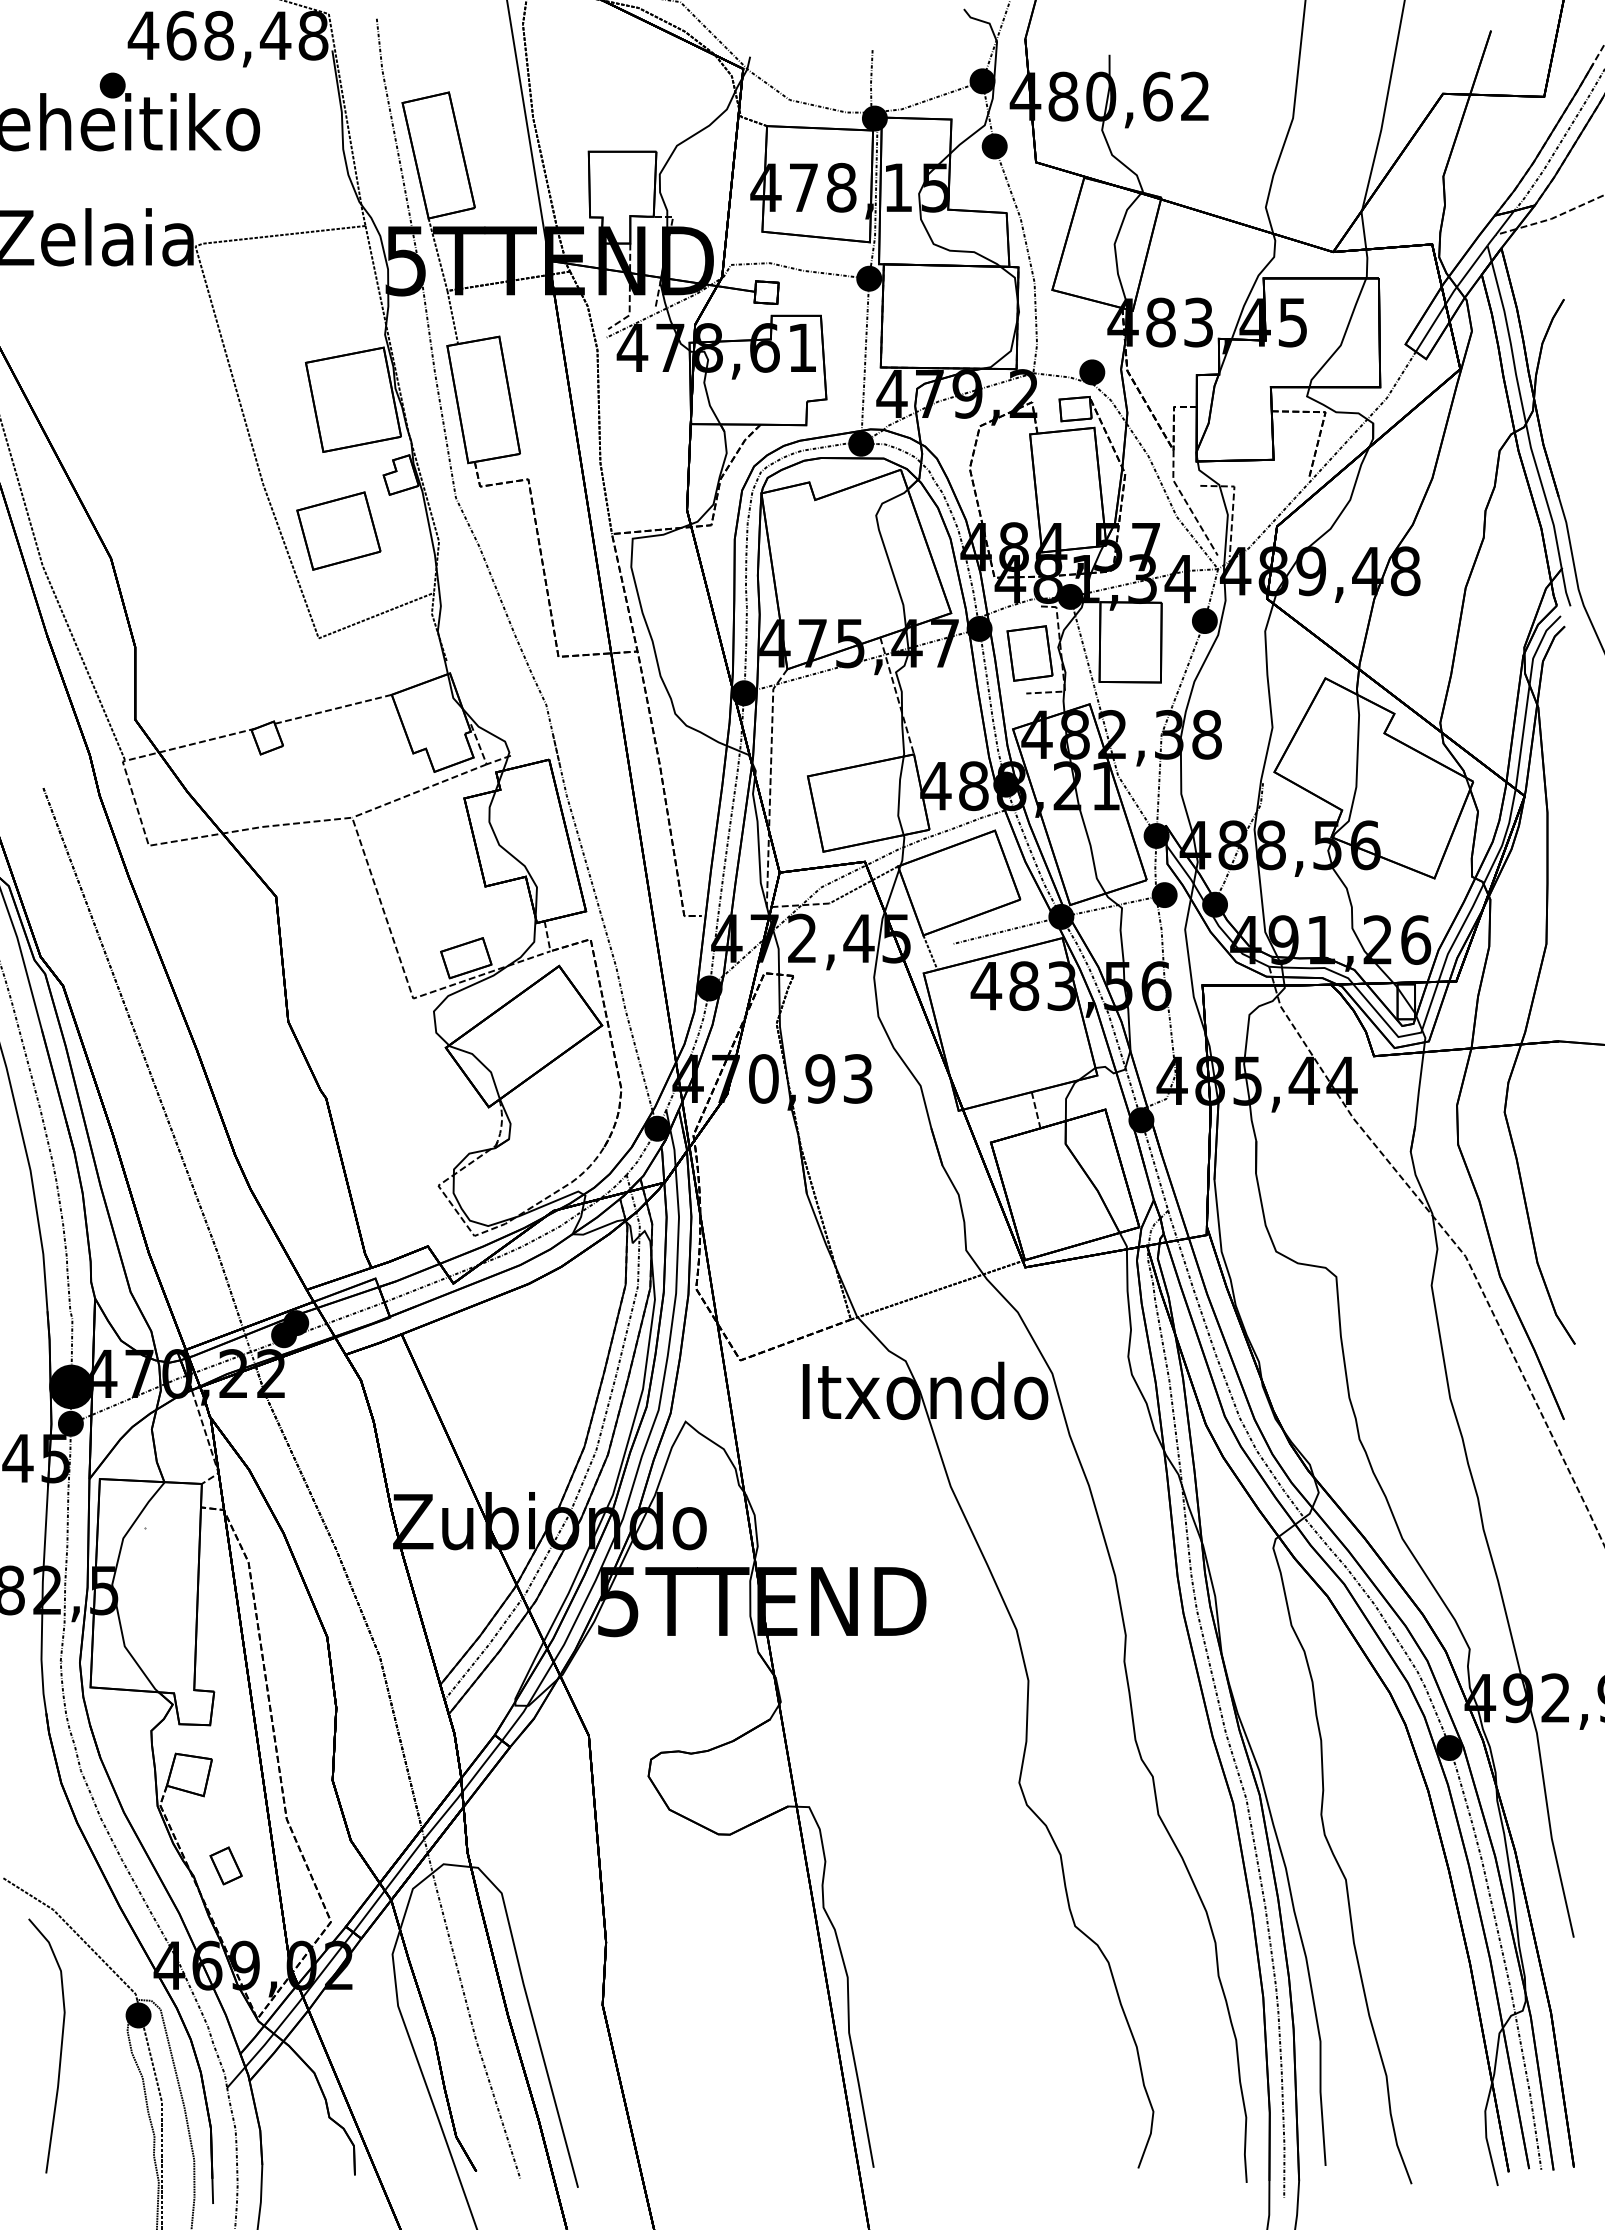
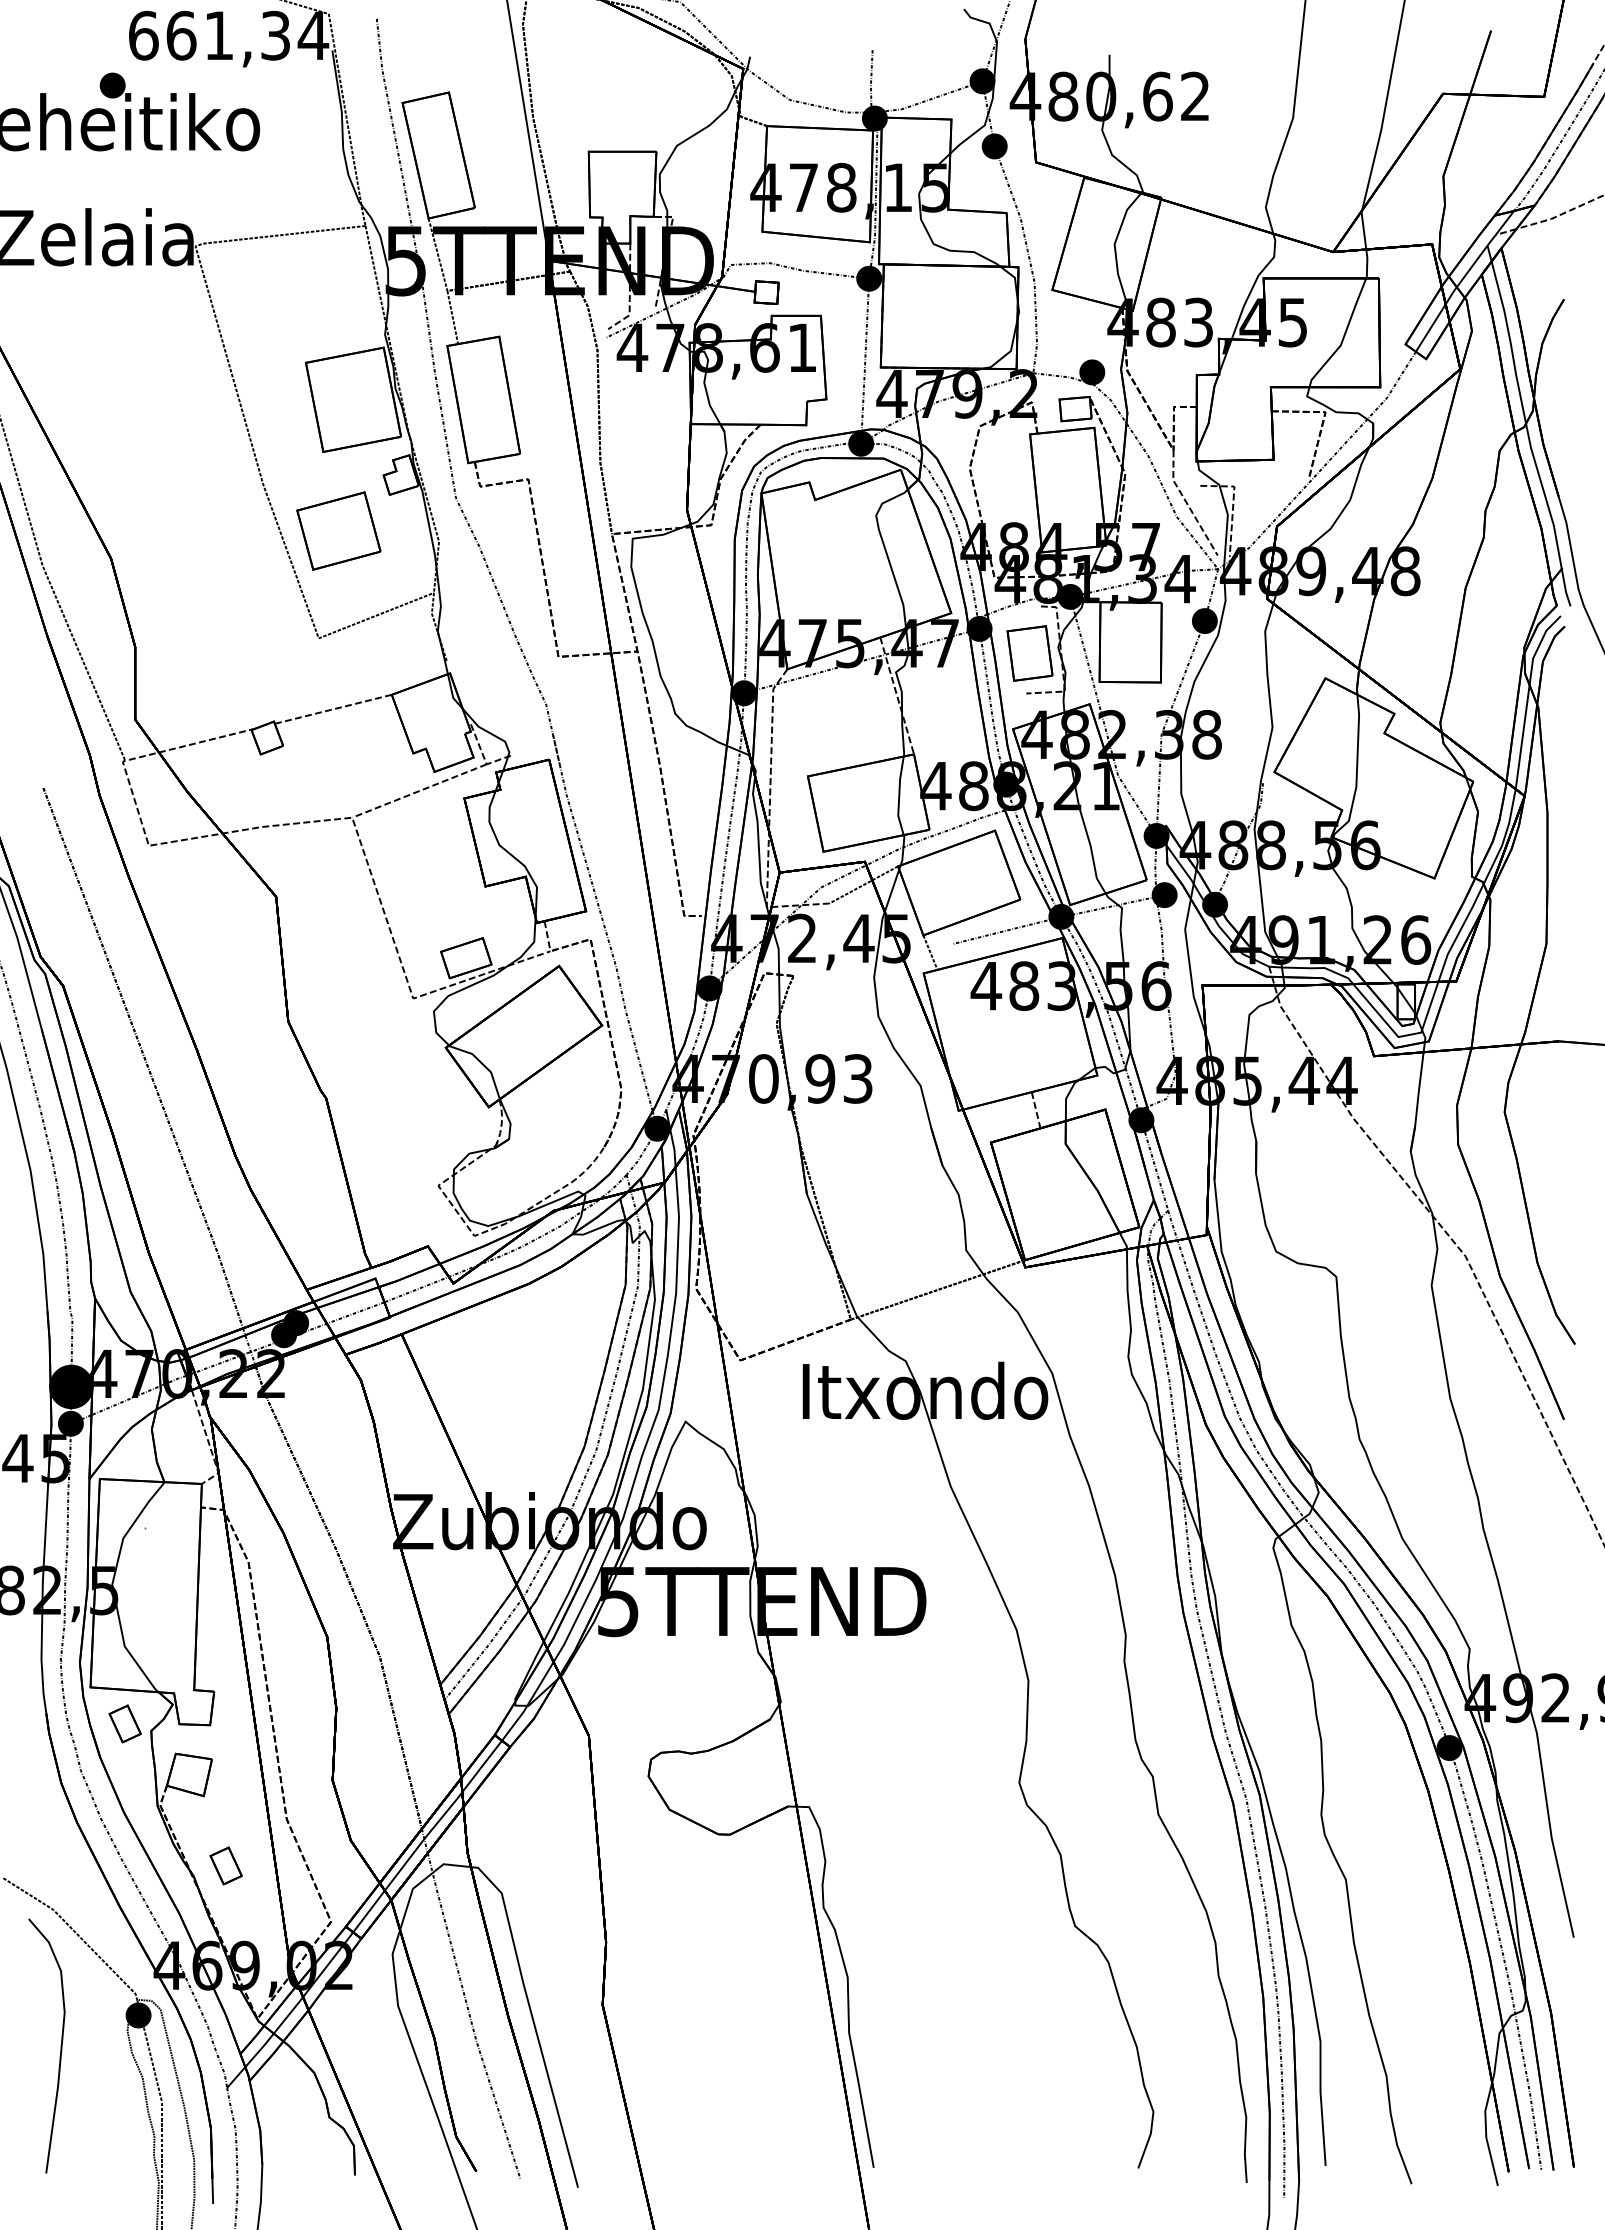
text at (228, 35): 468,48 -> 661,34
part at (124, 1723): none -> present
